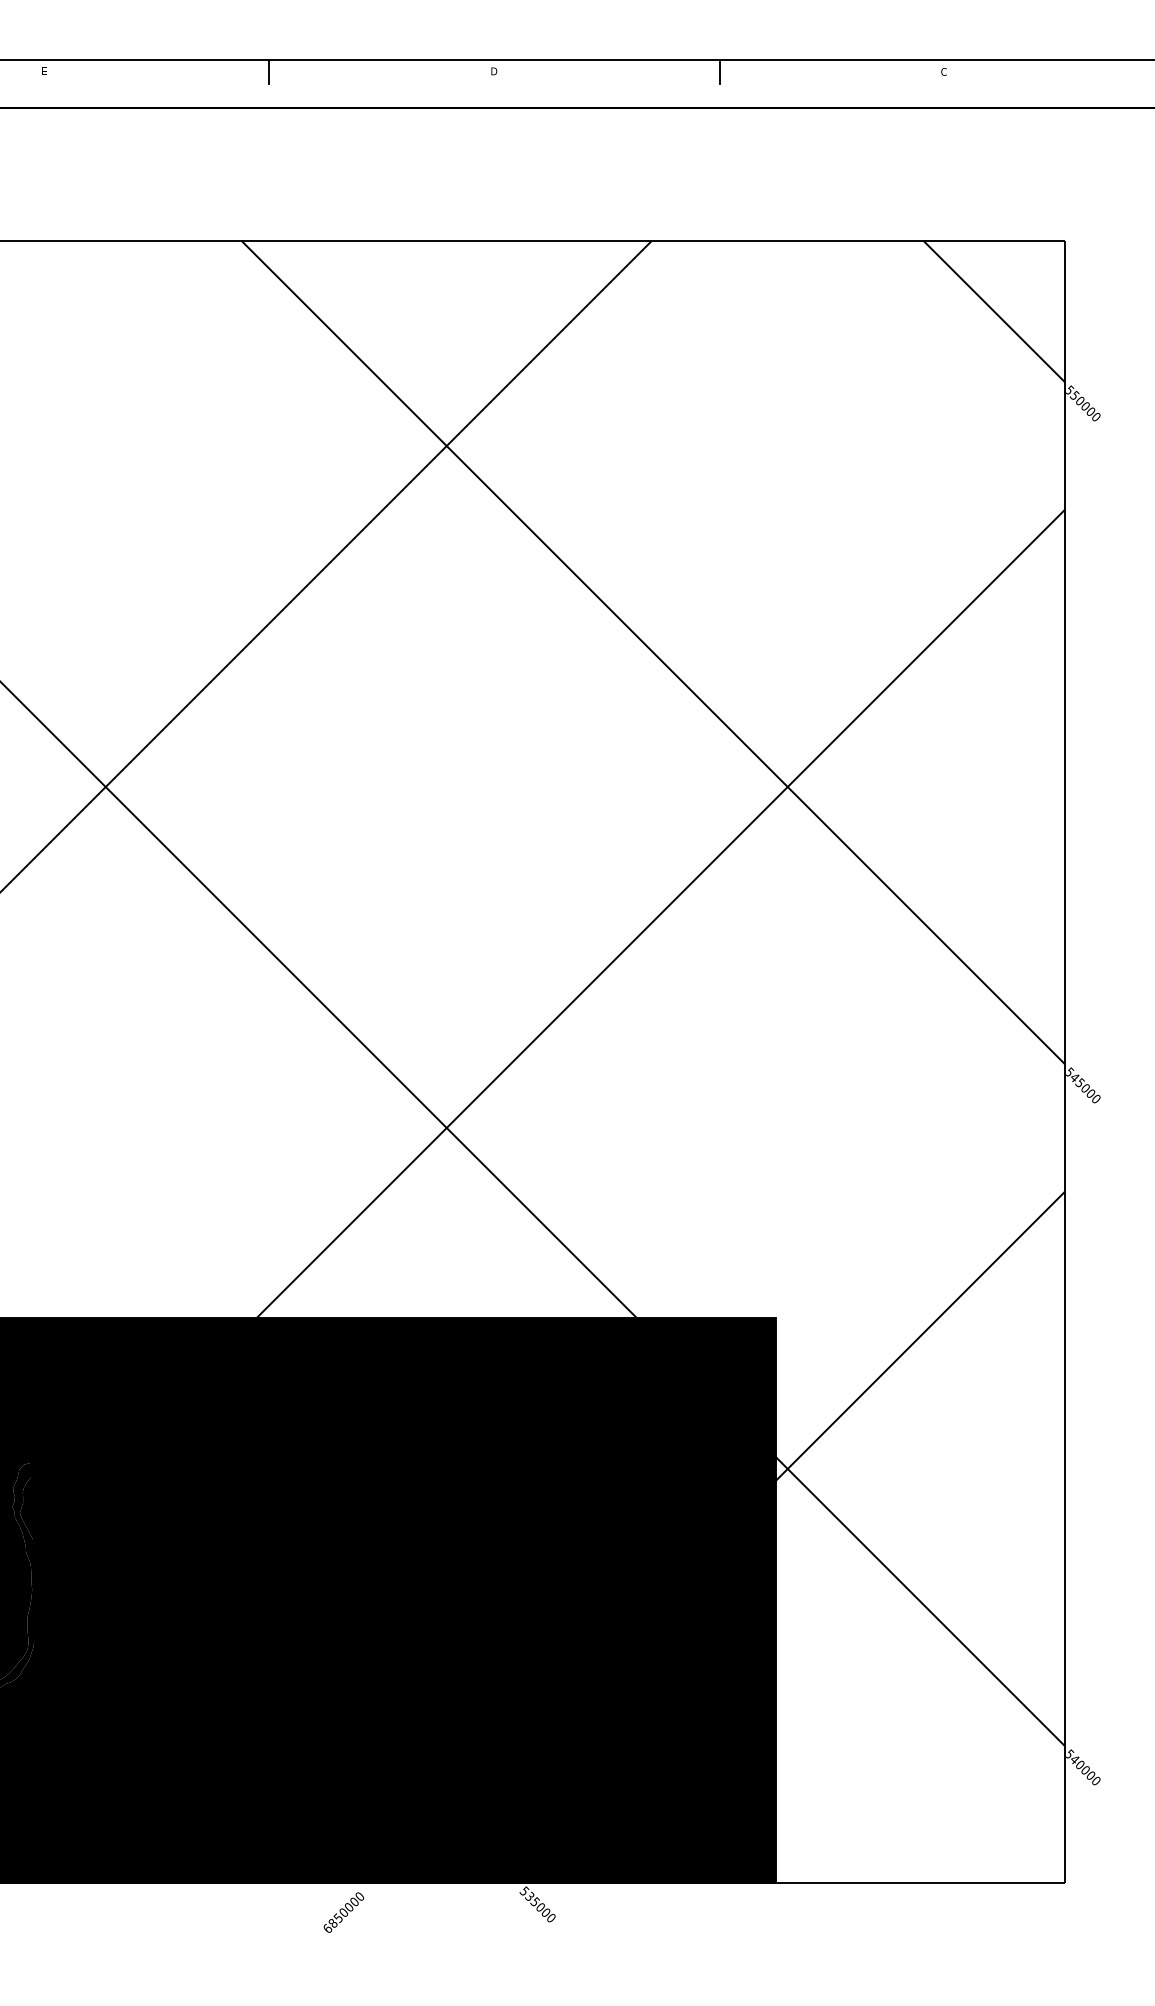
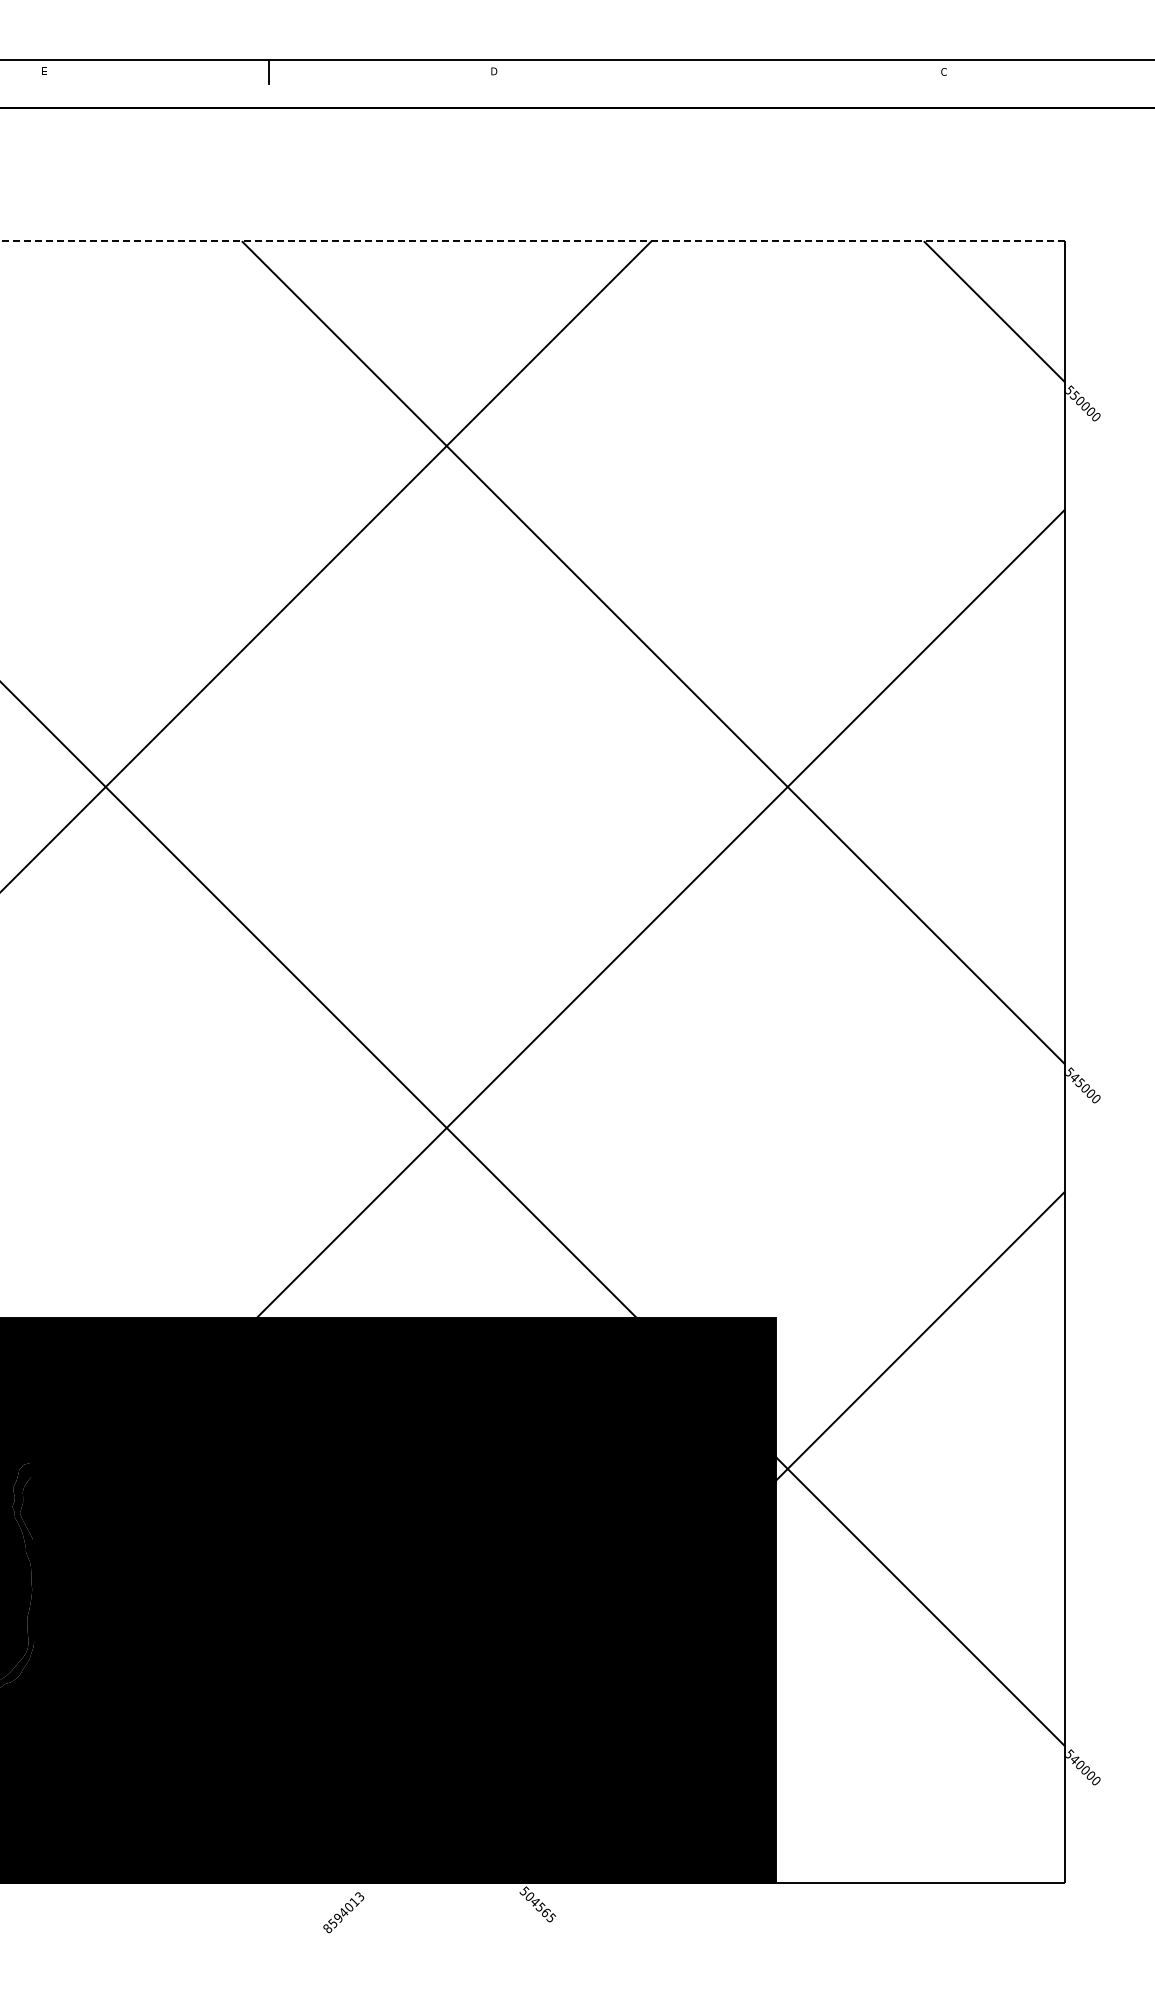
line at (719, 72): present -> none
line at (532, 241): solid -> dashed
text at (540, 1906): 535000 -> 504565
text at (343, 1913): 6850000 -> 8594013
